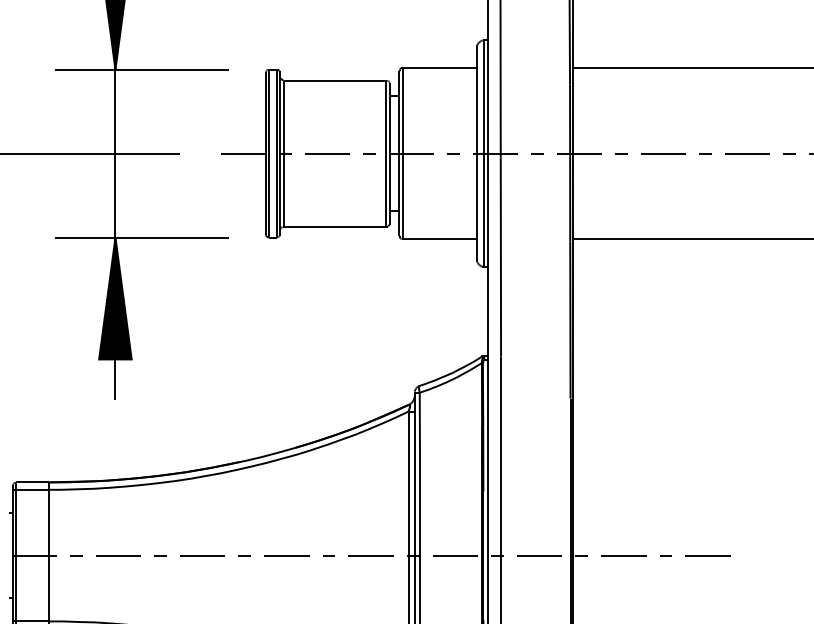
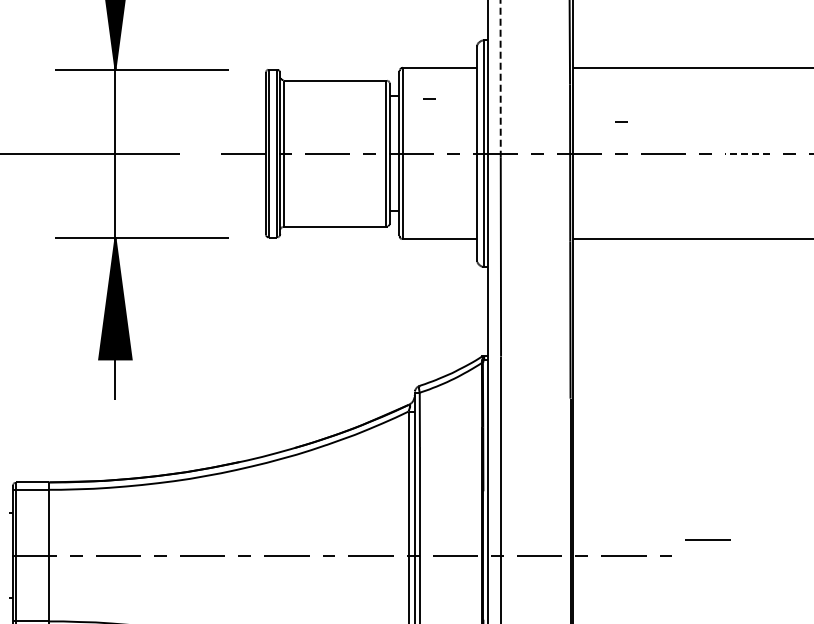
line at (500, 78): solid -> dashed
line at (429, 98): none -> present
line at (621, 121): none -> present
line at (747, 153): solid -> dashed
line at (707, 555) position: (707, 555) -> (707, 539)
